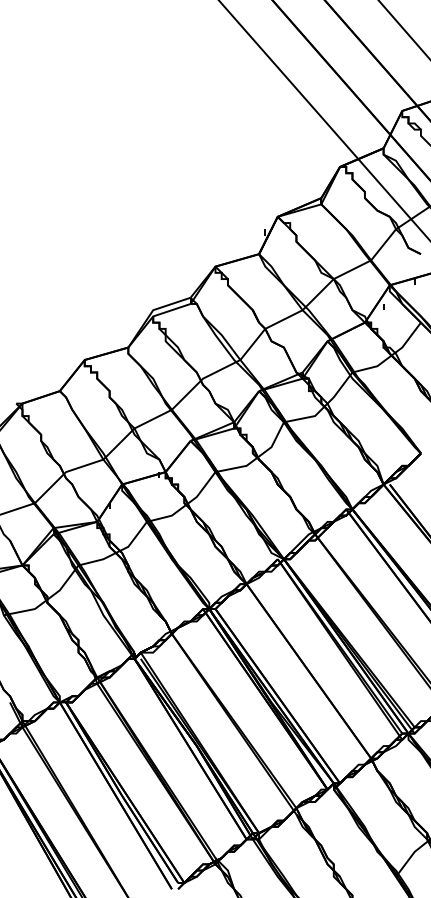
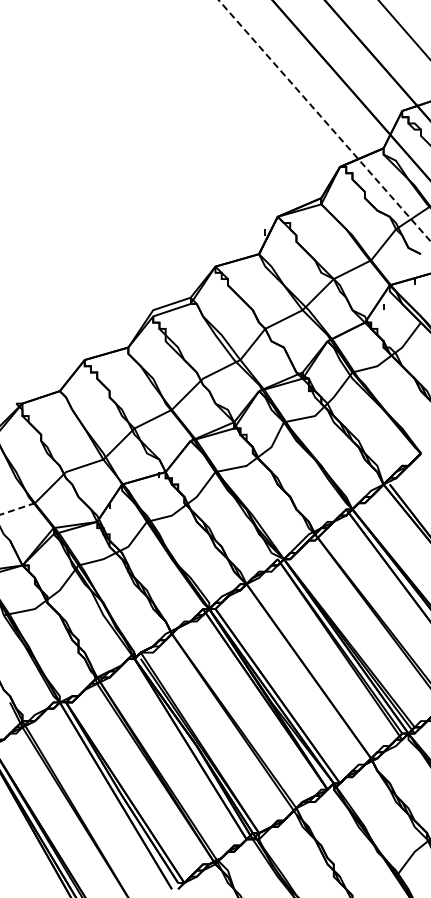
line at (325, 121): solid -> dashed
line at (18, 508): solid -> dashed
